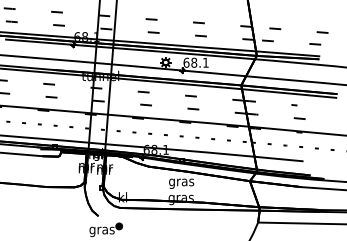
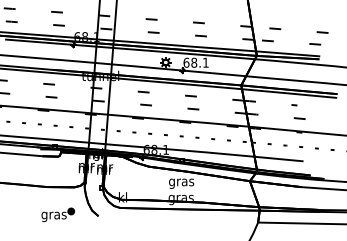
part at (106, 229) position: (106, 229) -> (58, 214)
